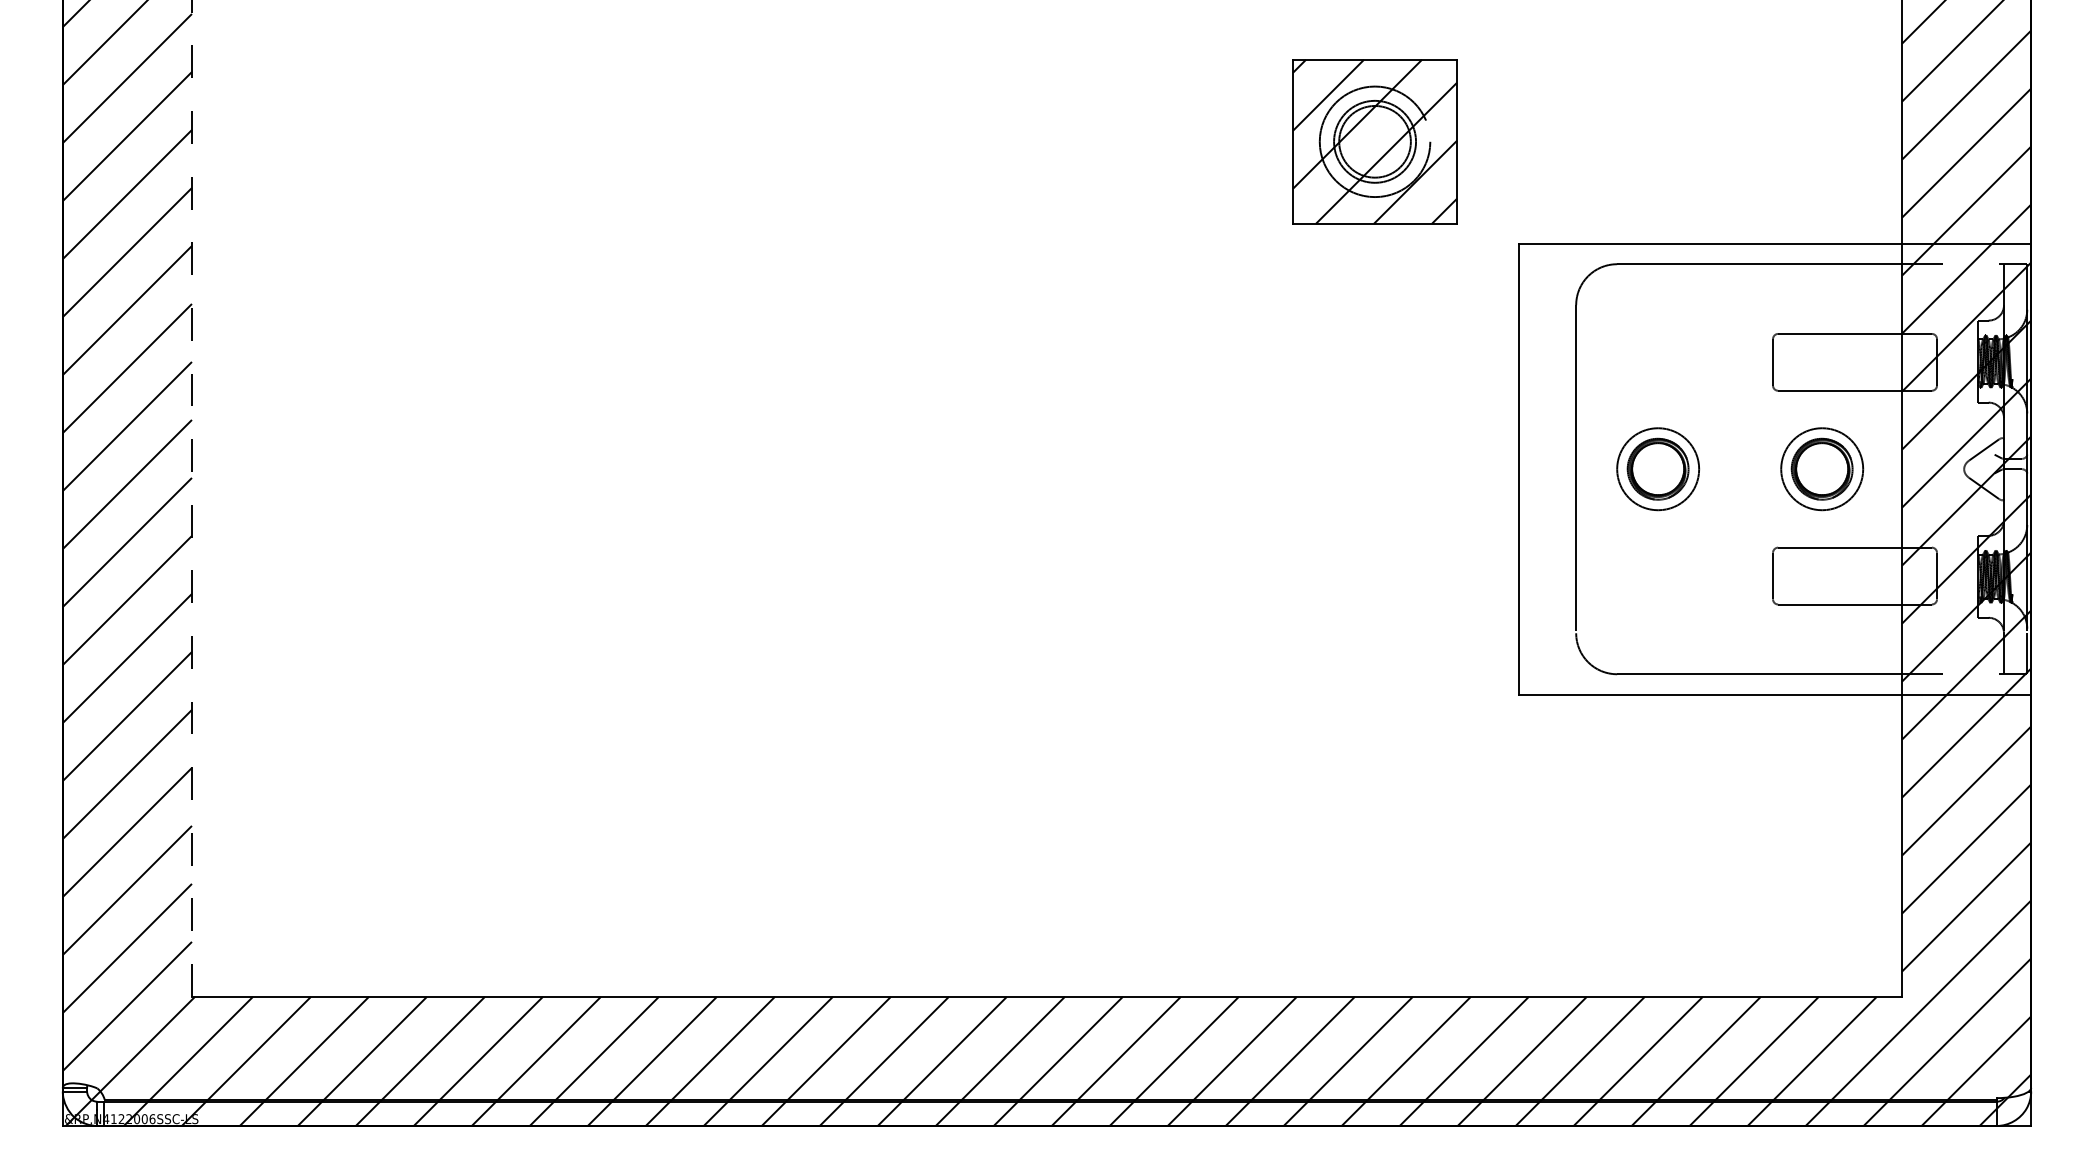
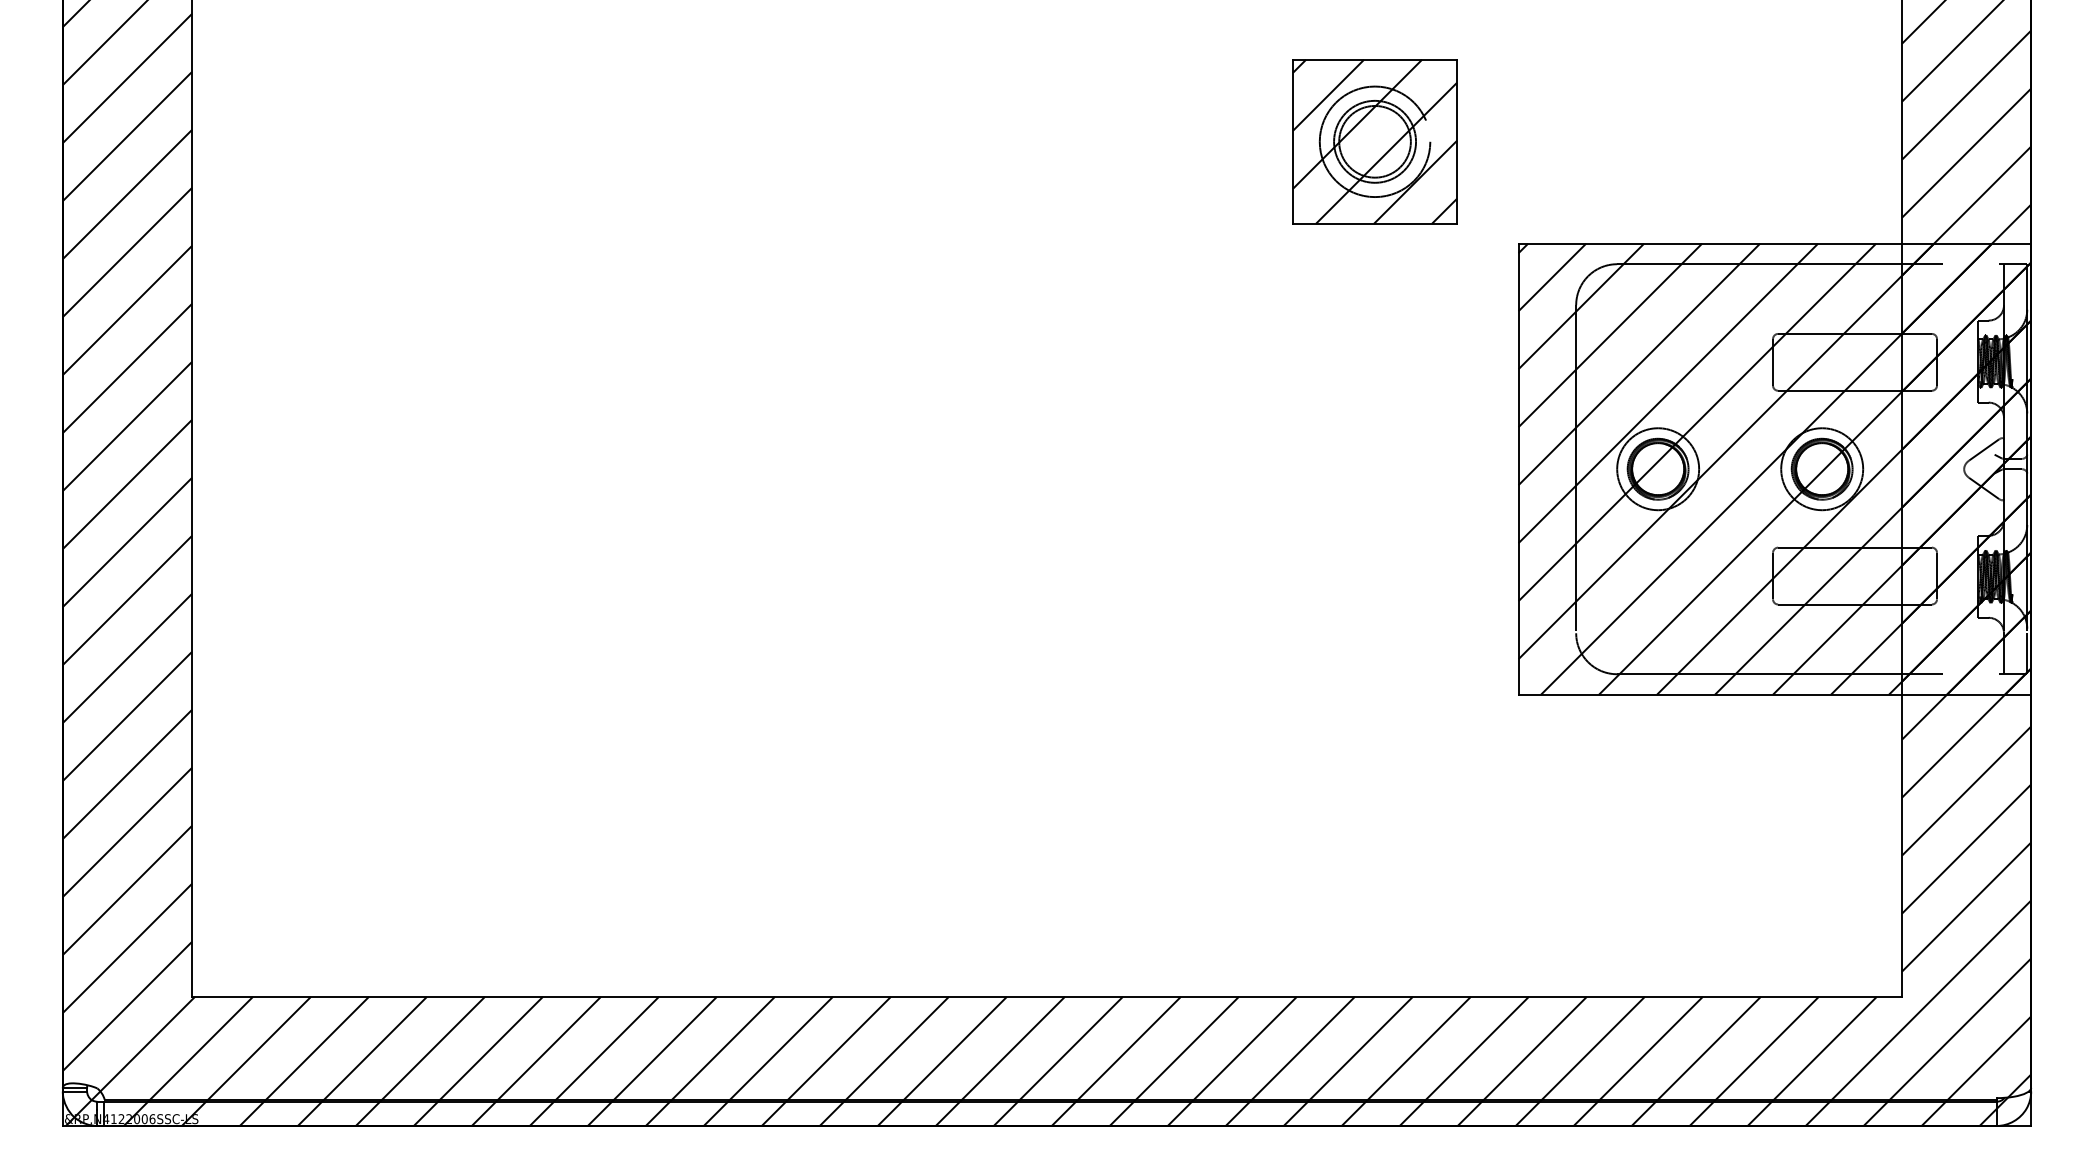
hatch at (1774, 468): none -> present
line at (191, 498): dashed -> solid
